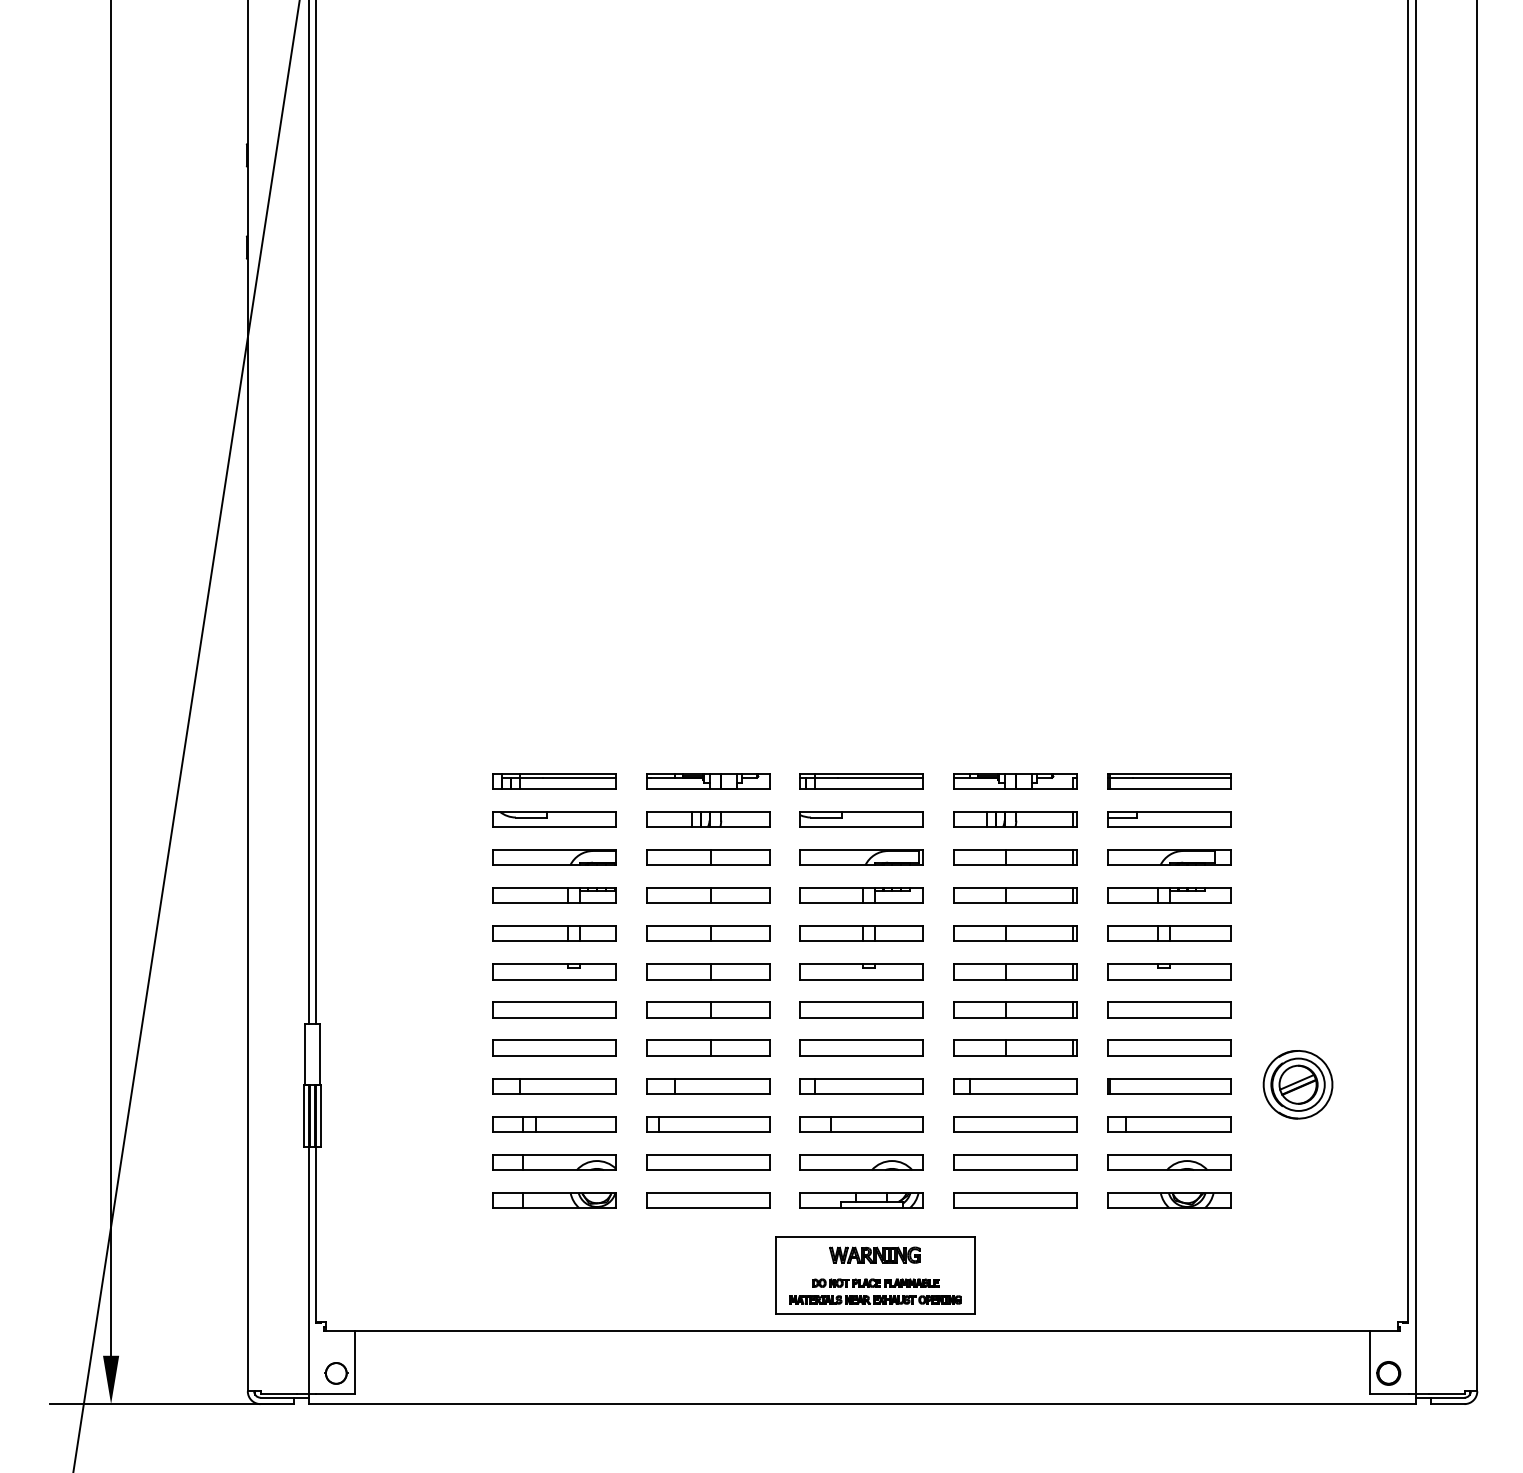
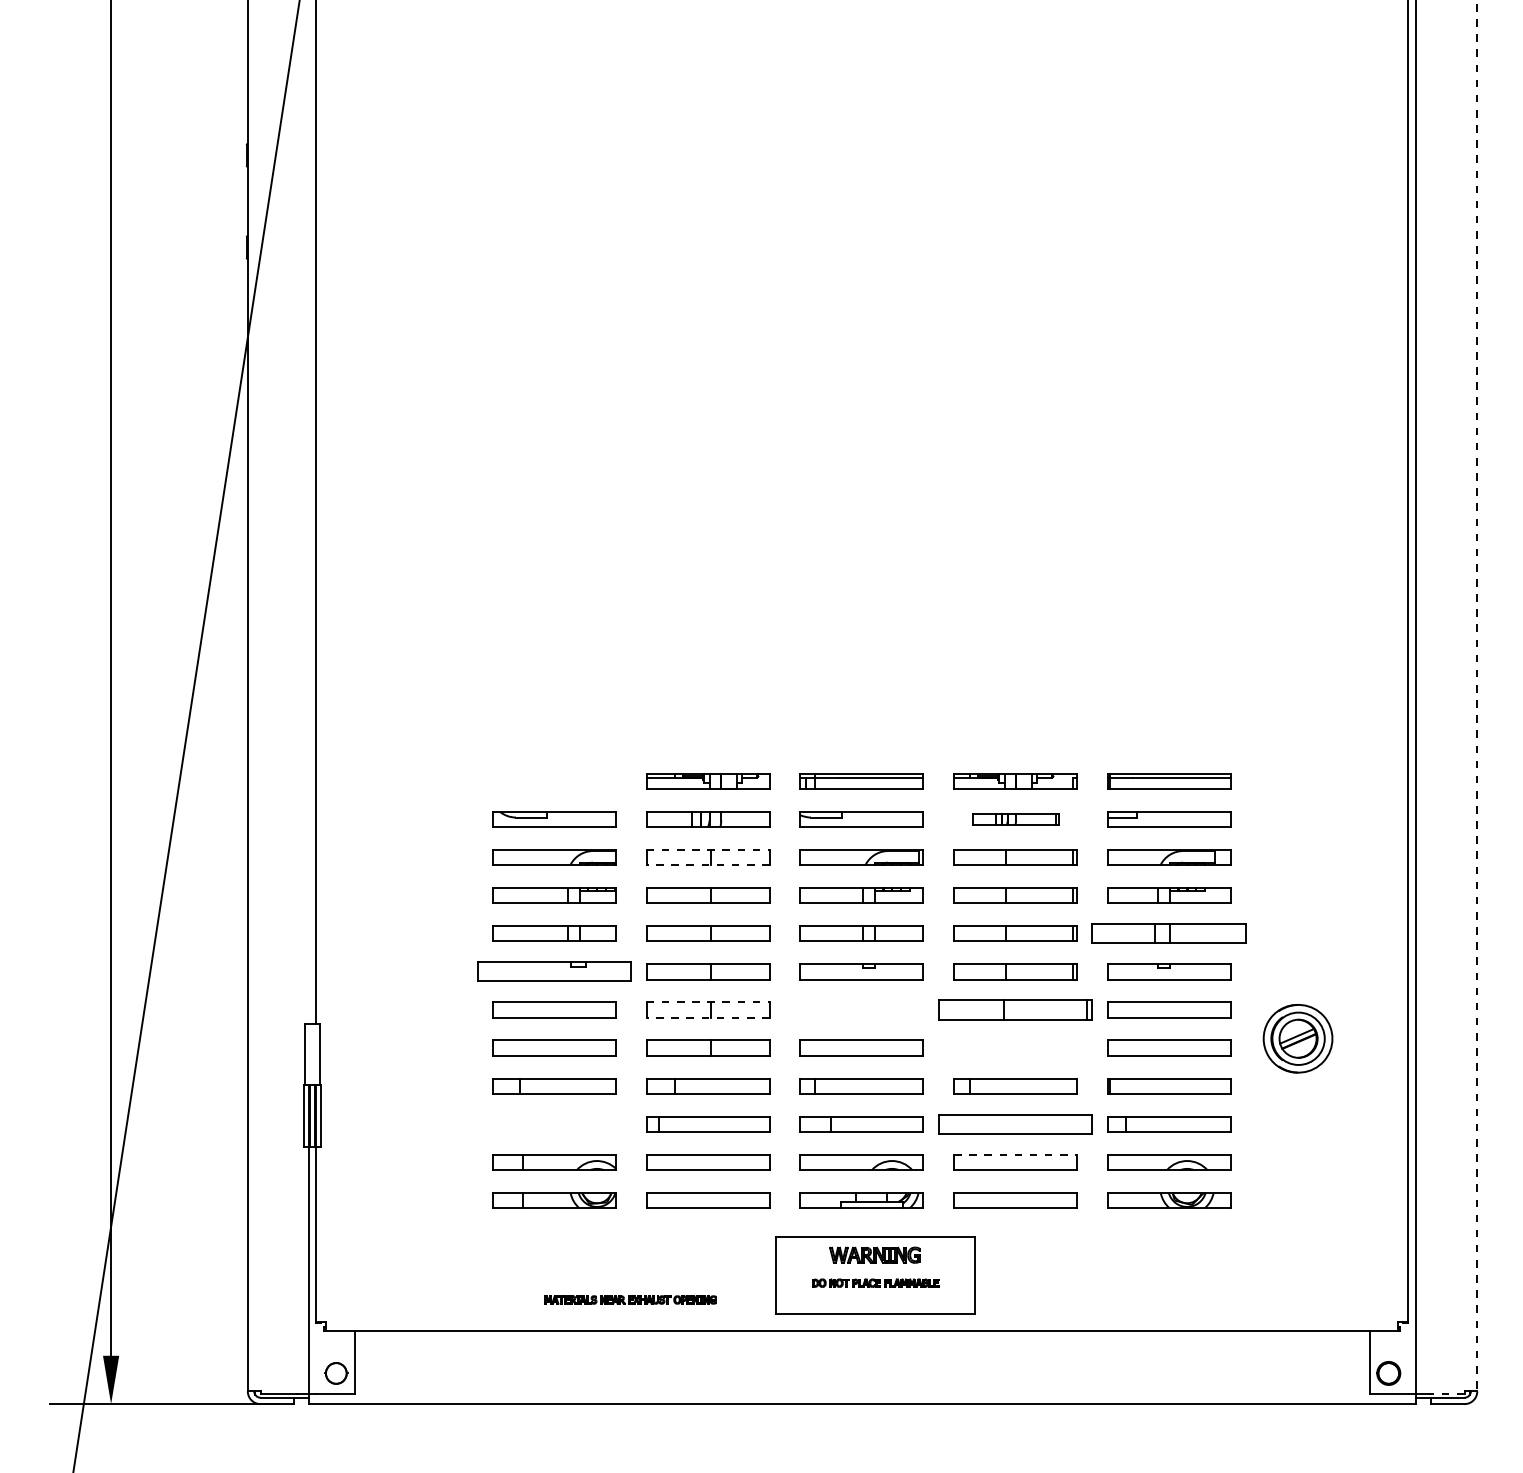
line at (309, 512): present -> none
line at (1477, 696): solid -> dashed
part at (554, 781): present -> none
part at (1015, 819) size: 125x17 px -> 88x13 px
line at (708, 849): solid -> dashed
line at (707, 865): solid -> dashed
part at (1169, 933) size: 125x17 px -> 156x21 px
part at (554, 971) size: 125x18 px -> 155x21 px
line at (708, 1002): solid -> dashed
part at (861, 1009): present -> none
part at (1015, 1009) size: 125x18 px -> 155x22 px
line at (707, 1017): solid -> dashed
part at (1015, 1047): present -> none
part at (1297, 1084) position: (1297, 1084) -> (1297, 1038)
part at (554, 1124): present -> none
part at (1015, 1124) size: 125x17 px -> 155x21 px
line at (1016, 1154): solid -> dashed
part at (875, 1299) position: (875, 1299) -> (630, 1299)
line at (1446, 1393): solid -> dashed
